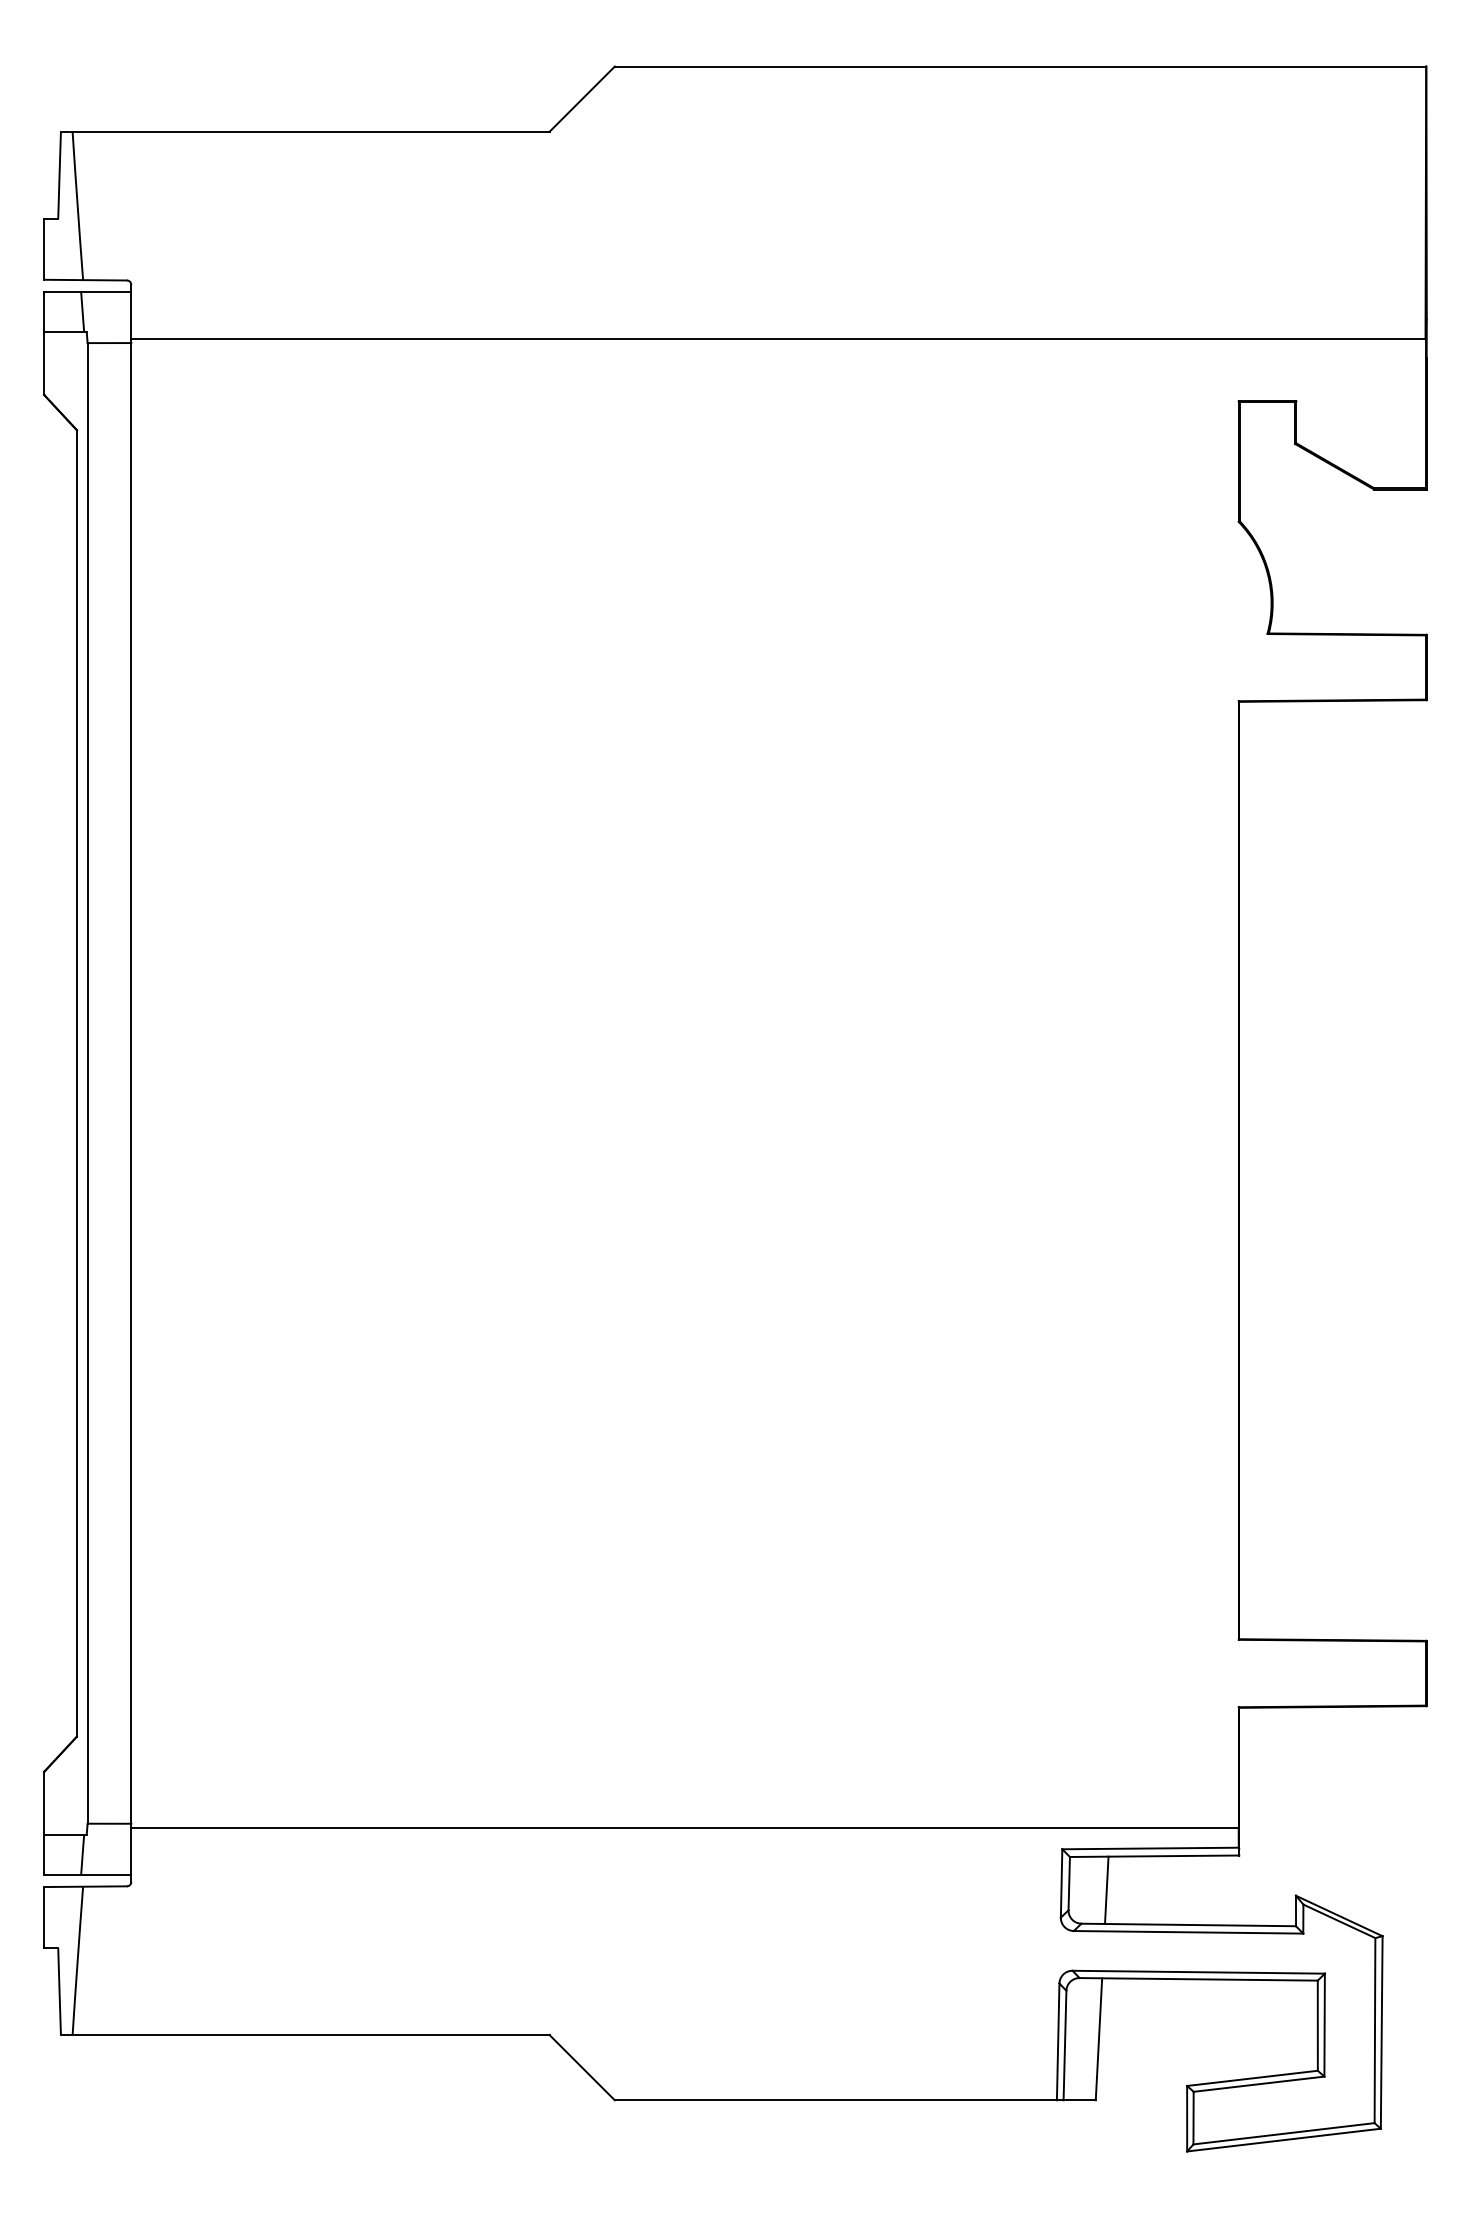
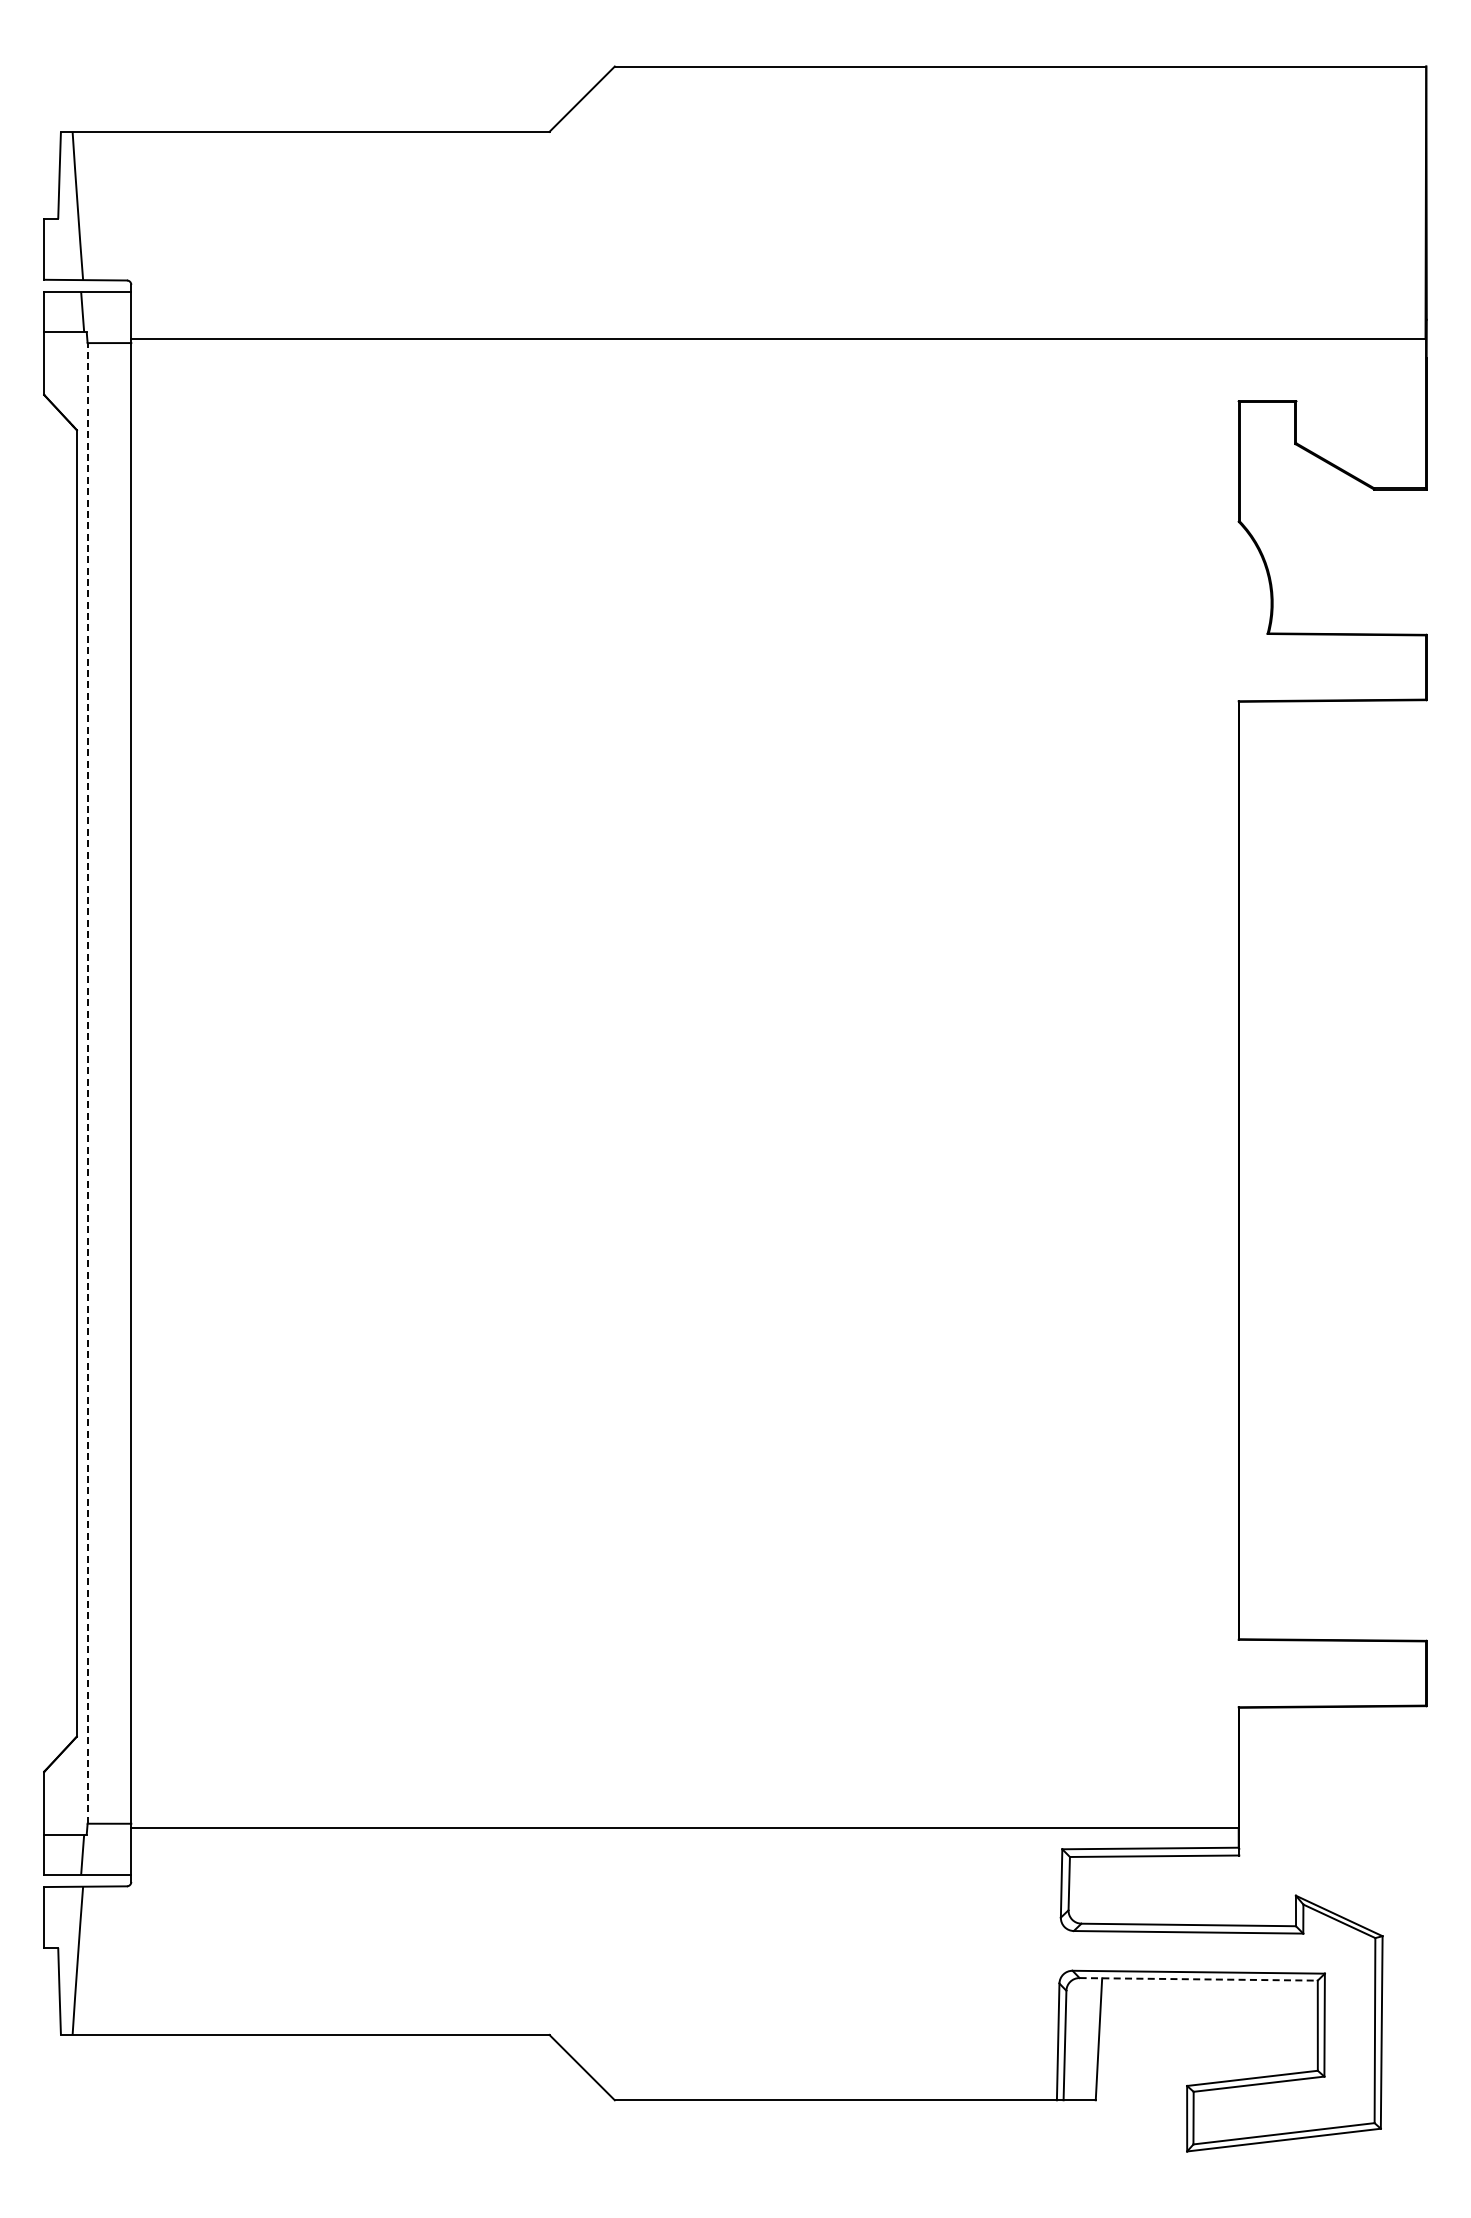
line at (87, 1082): solid -> dashed
line at (1106, 1889): present -> none
line at (1199, 1979): solid -> dashed
